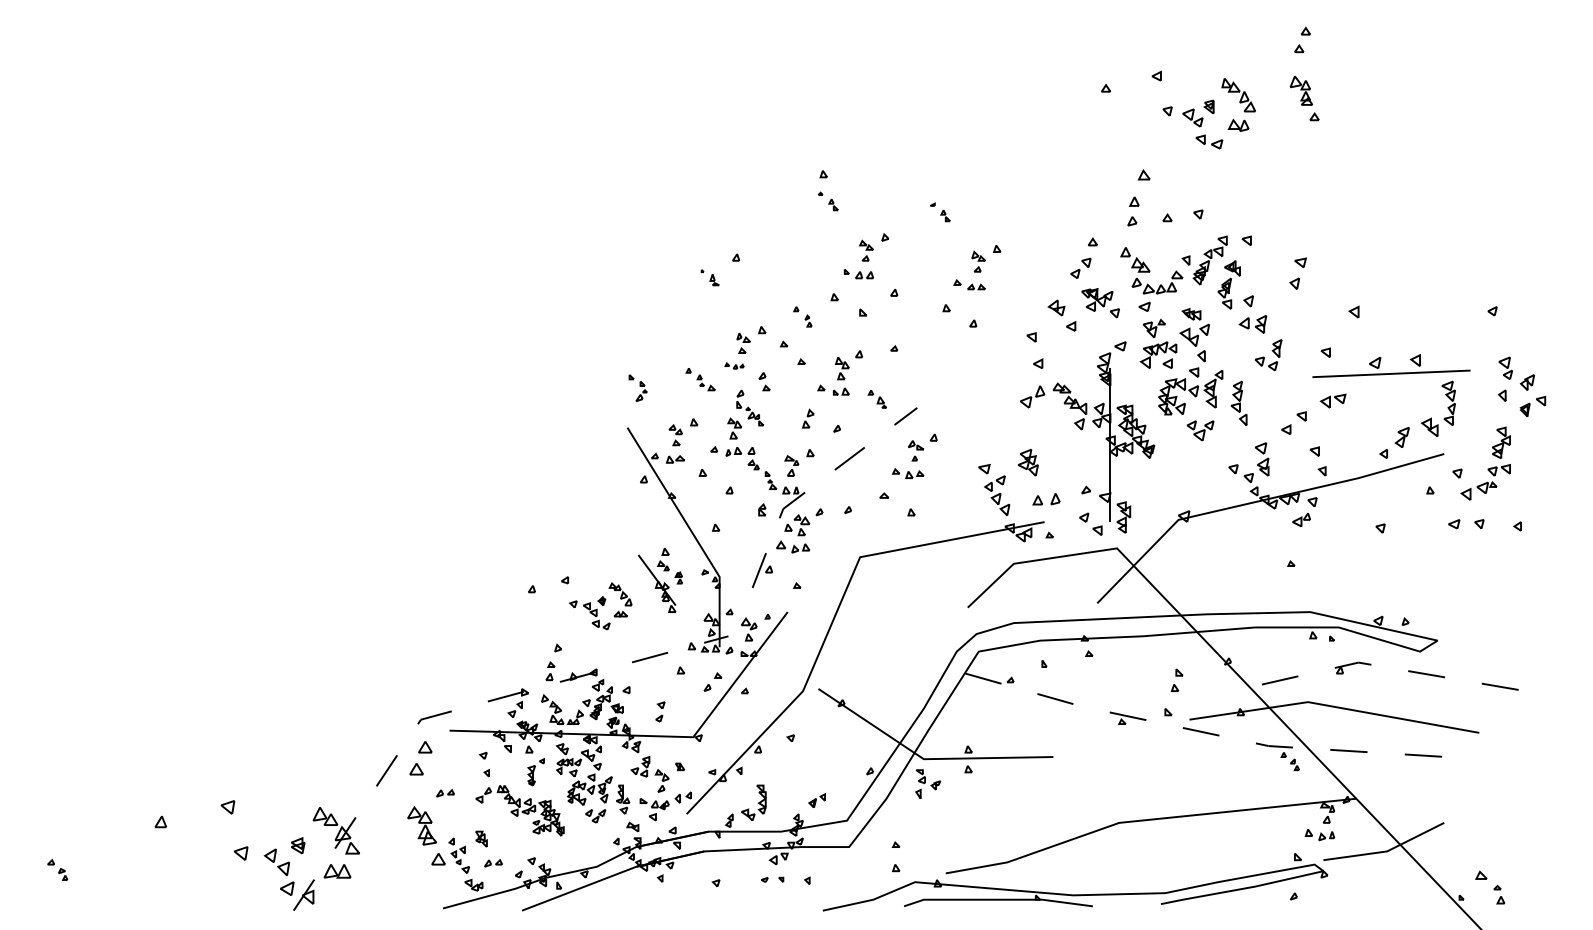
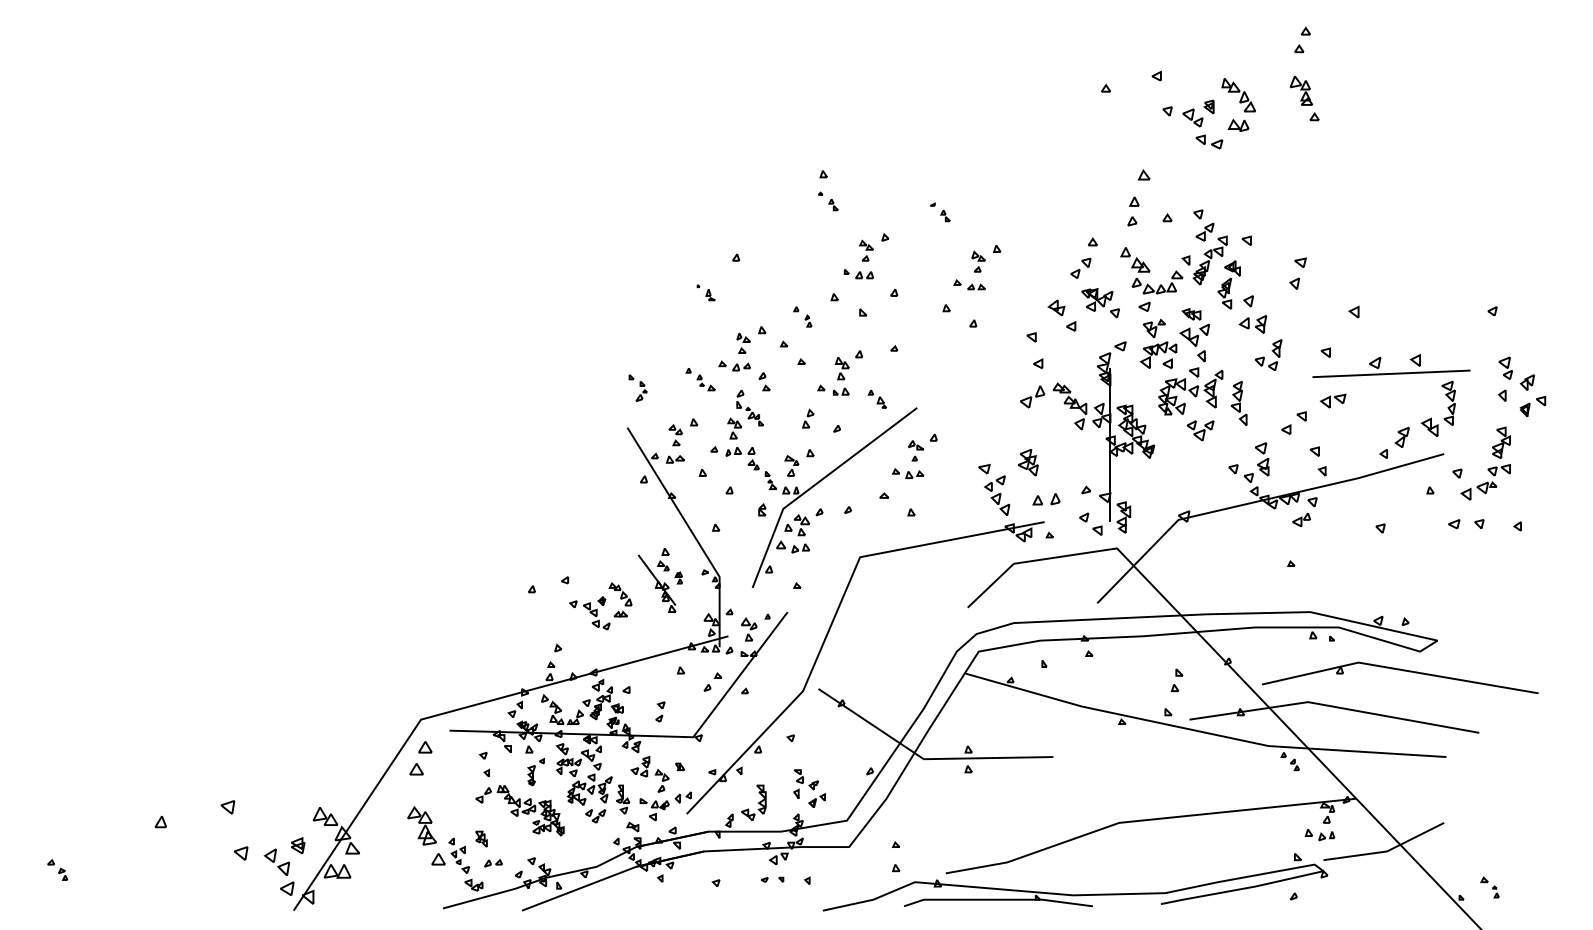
part at (1204, 231): none -> present
part at (709, 277) position: (709, 277) -> (705, 292)
part at (734, 365) size: 21x8 px -> 33x12 px
line at (816, 484): dashed -> solid
line at (1398, 669): dashed -> solid
line at (463, 708): dashed -> solid
line at (1204, 732): dashed -> solid
part at (928, 783) position: (928, 783) -> (806, 783)
part at (445, 792): present -> none
part at (1490, 887) size: 31x35 px -> 20x23 px
